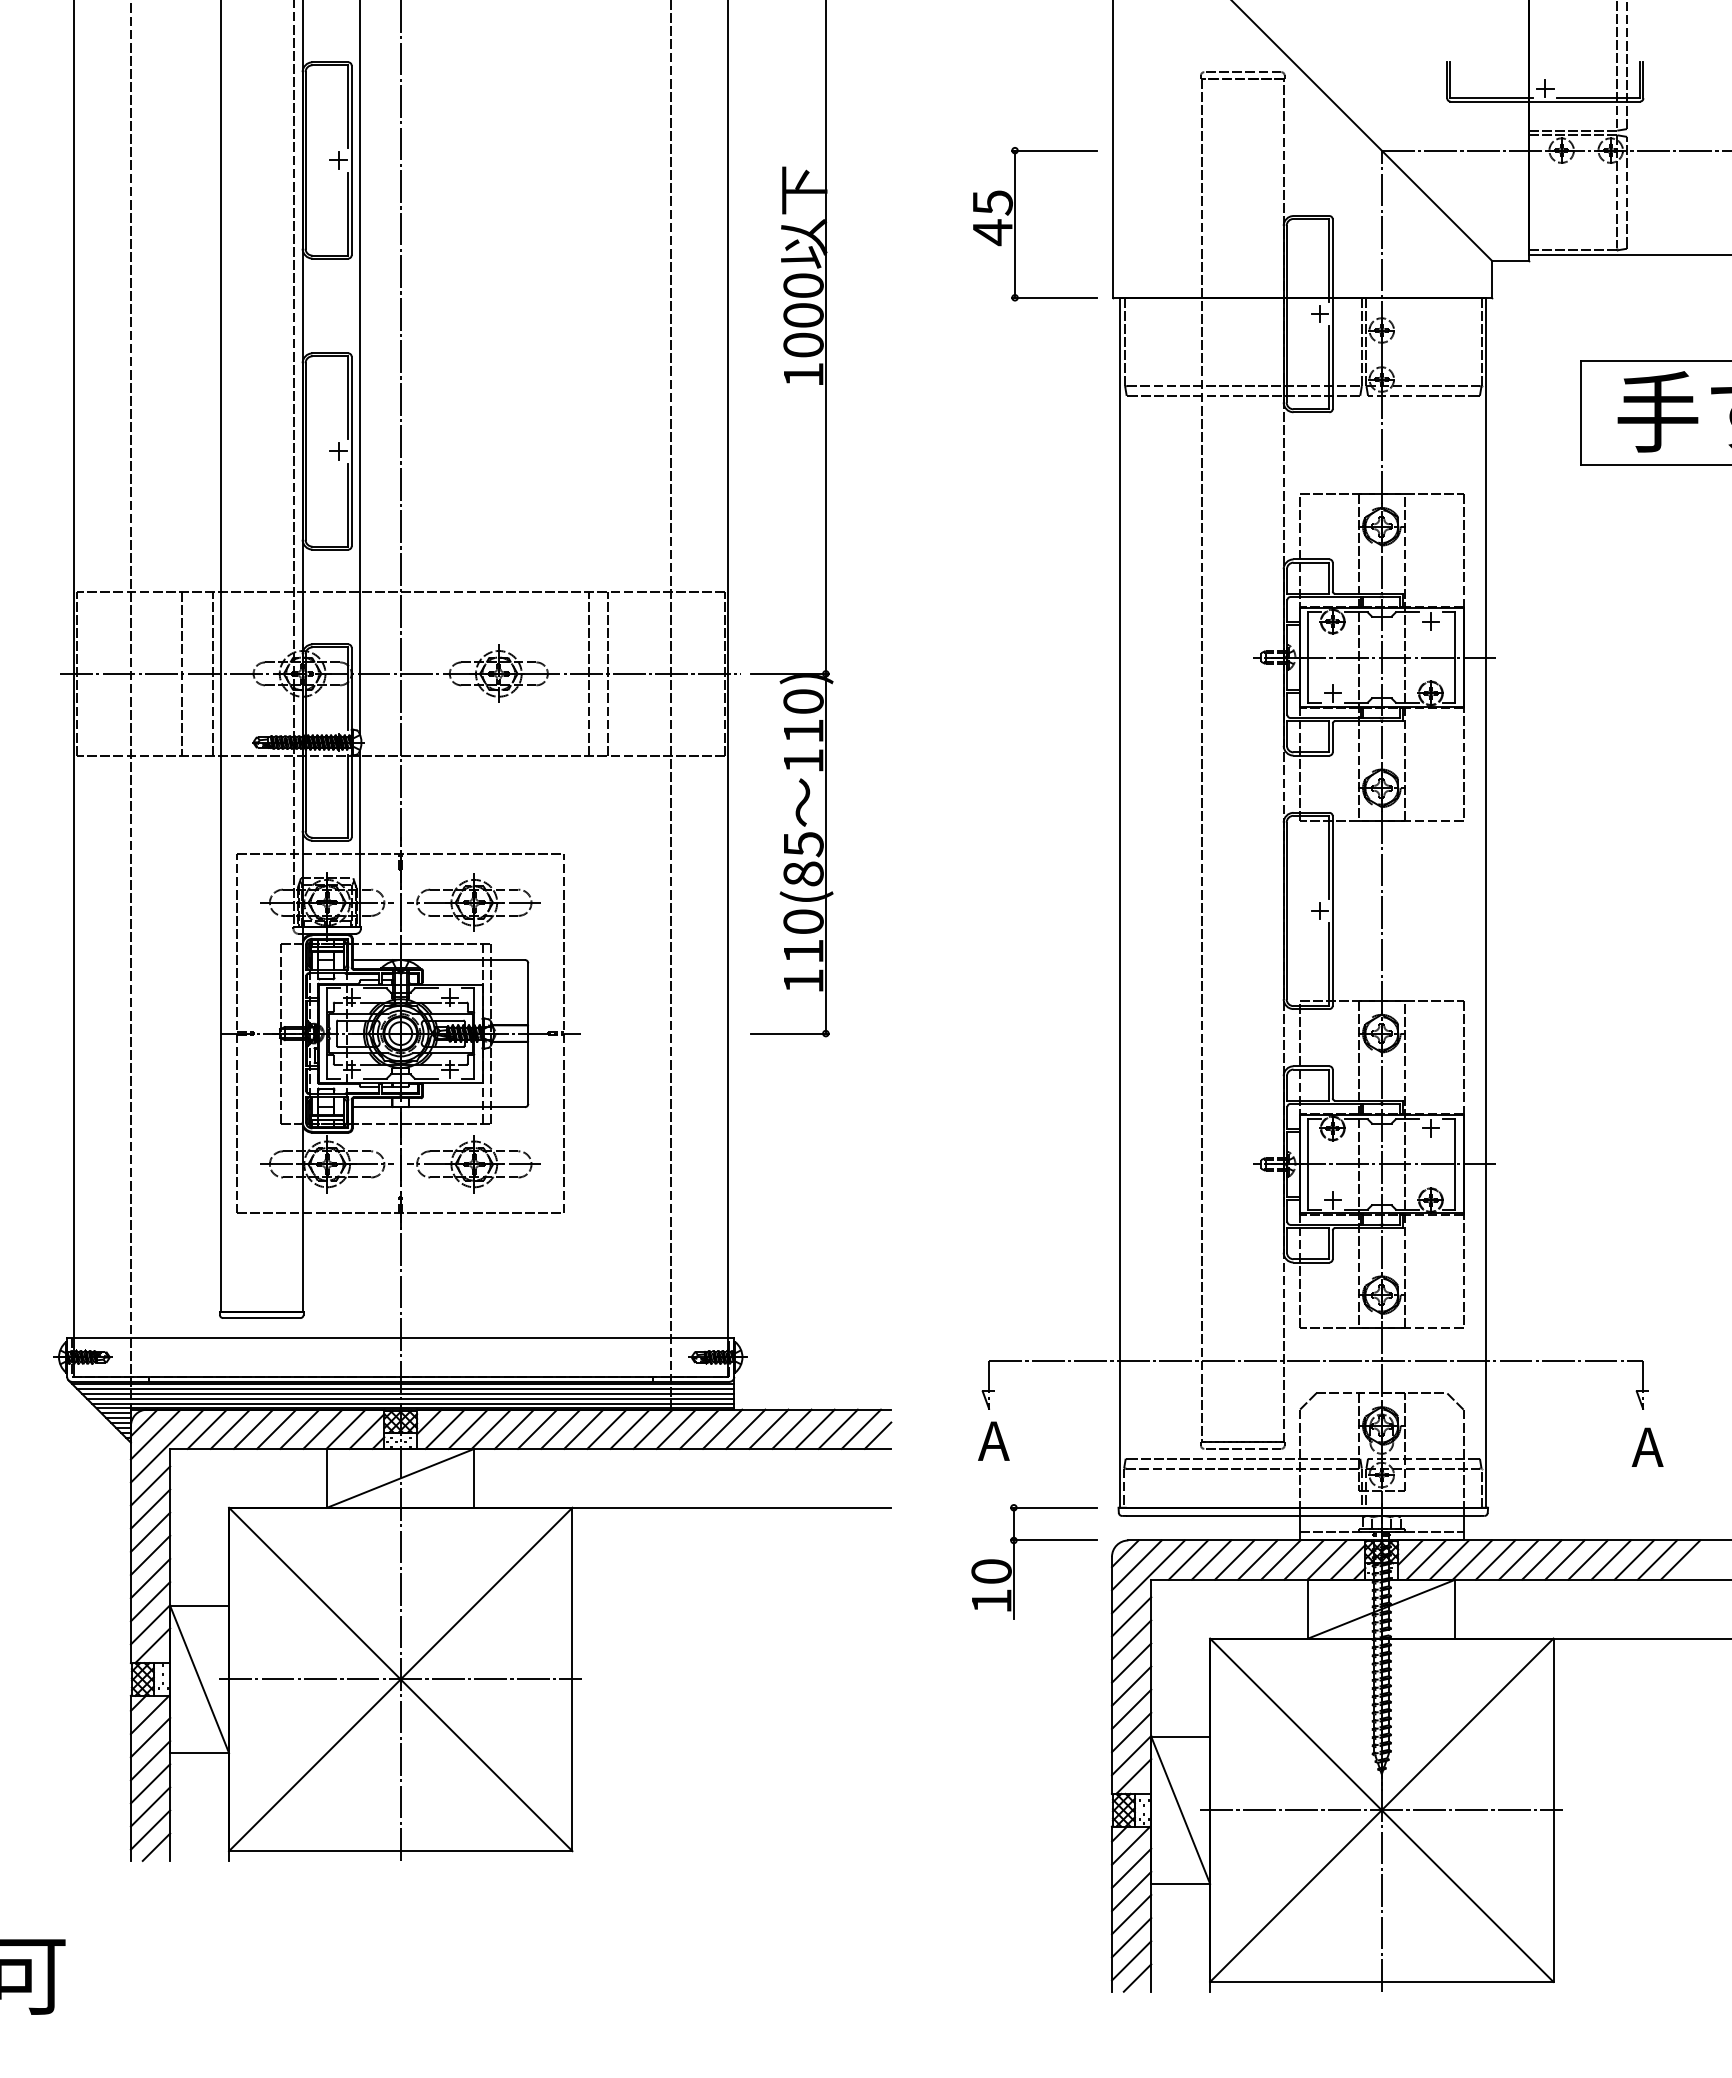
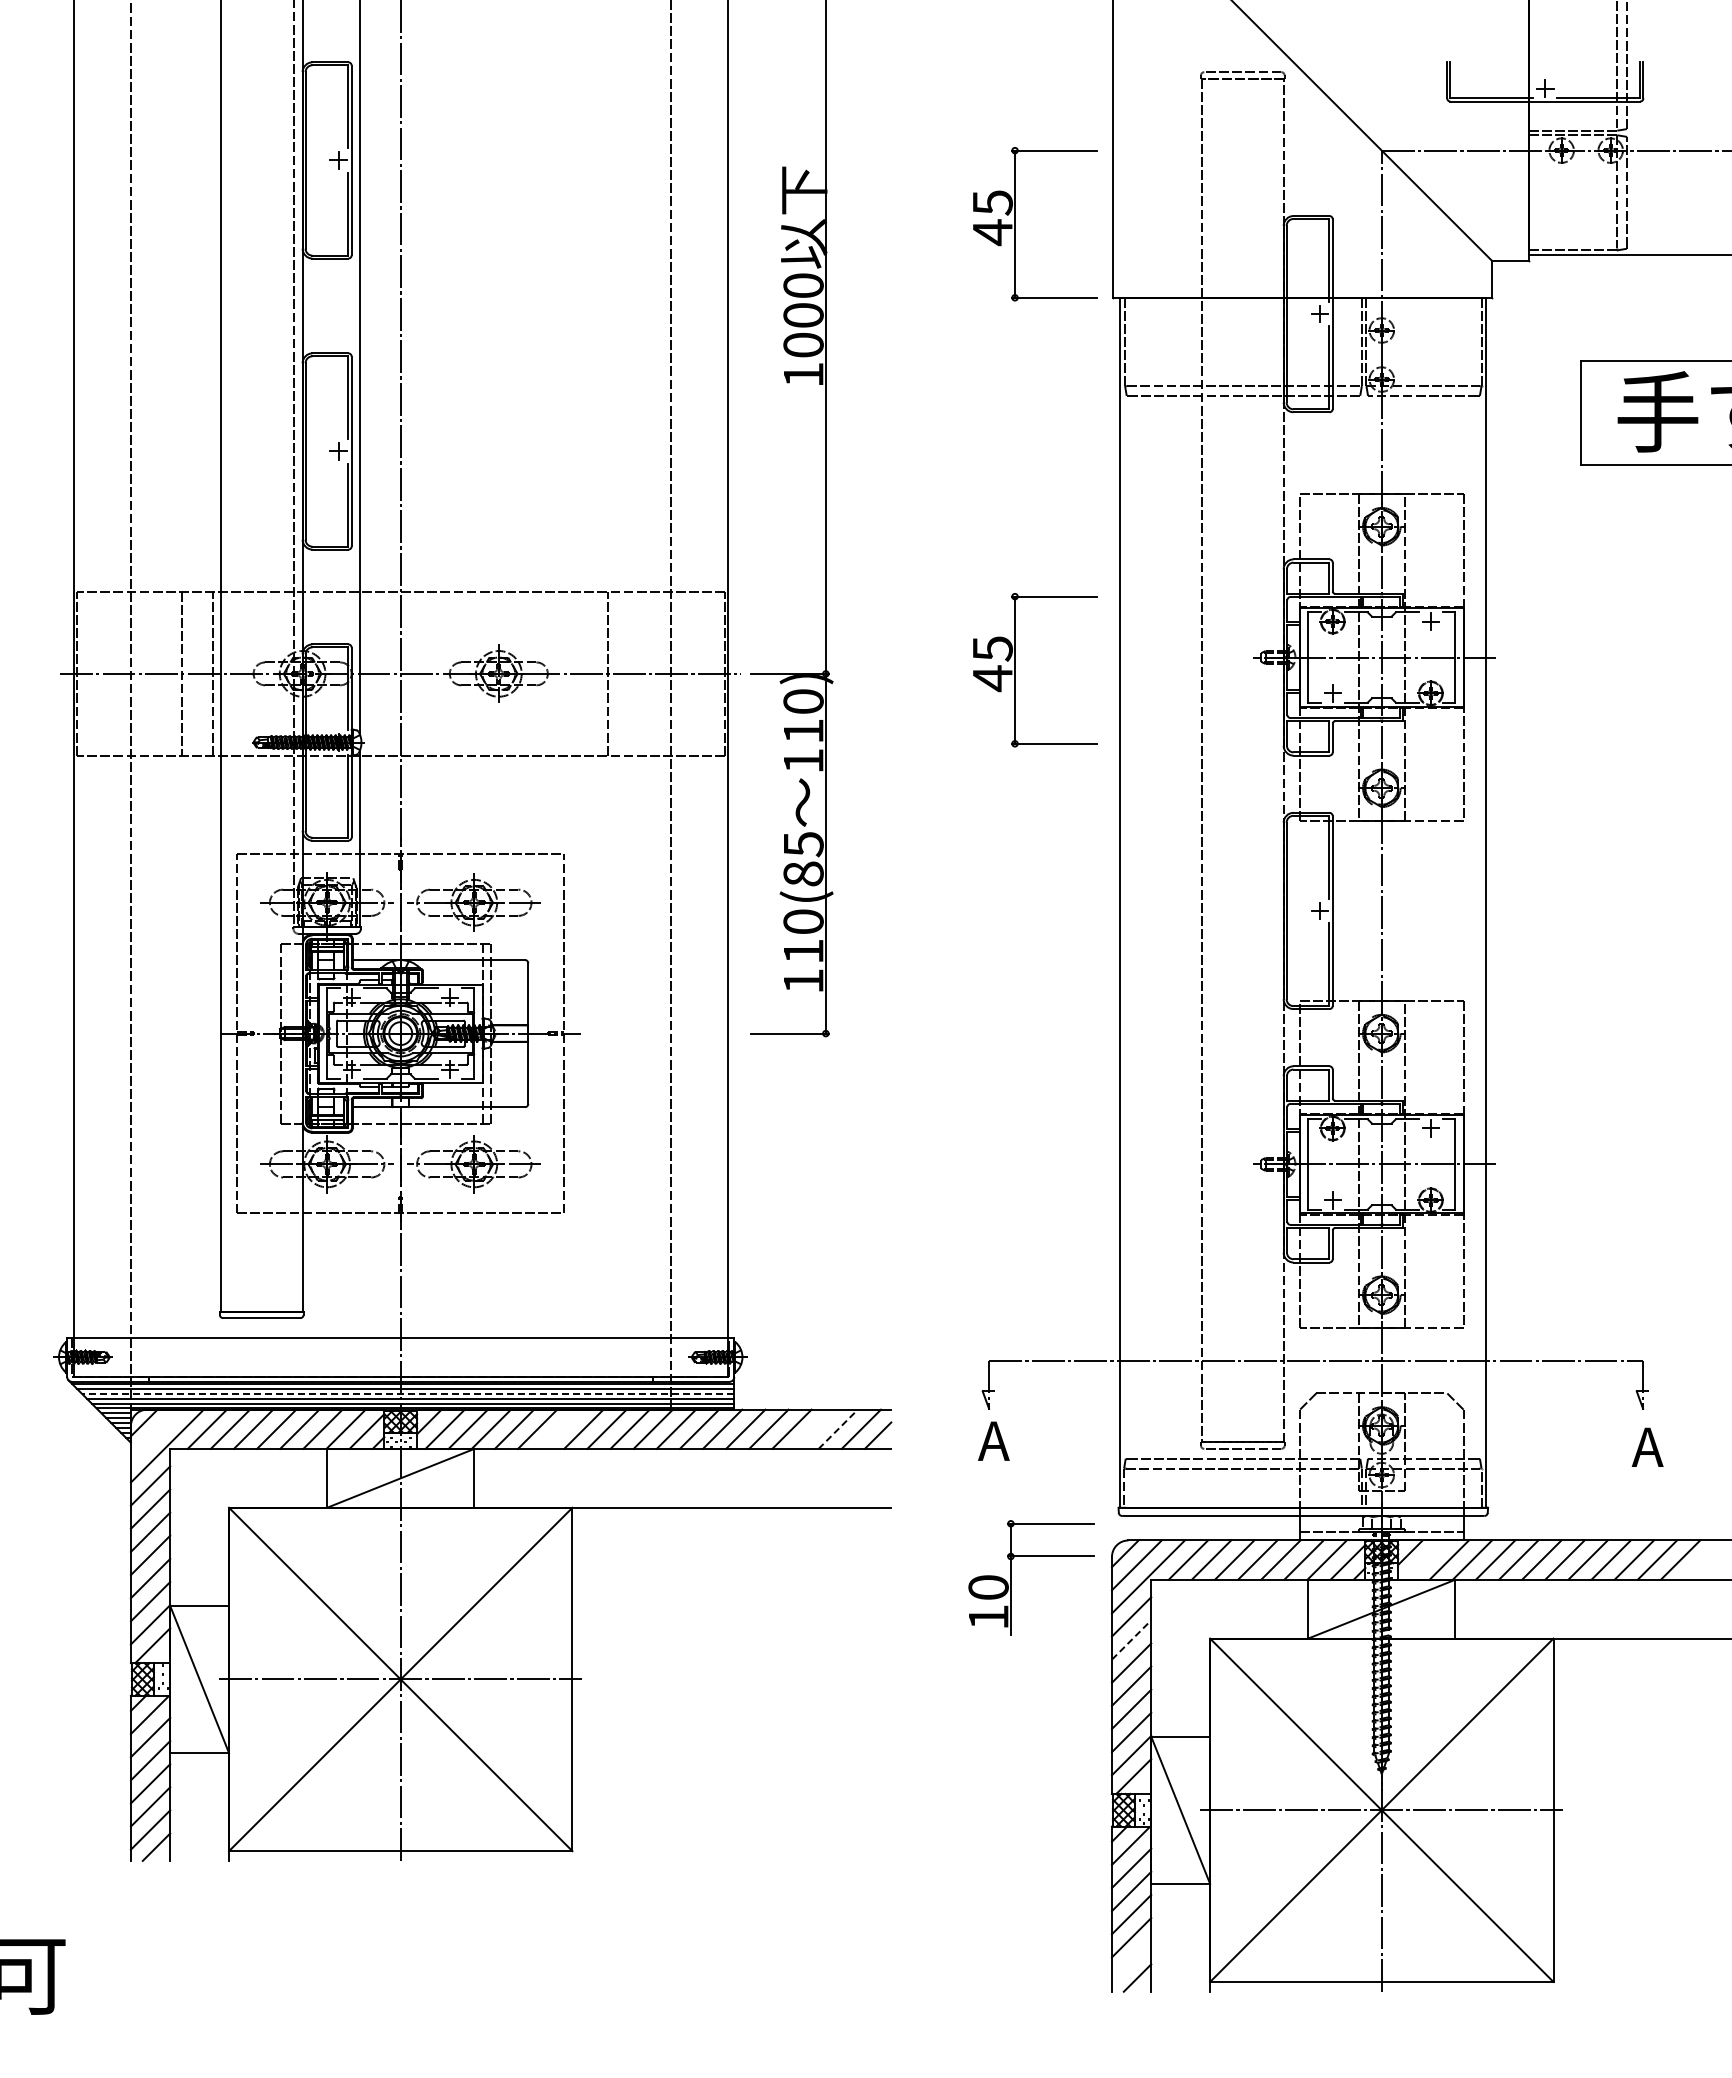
part at (1015, 670): none -> present
line at (588, 673): present -> none
line at (407, 1393): solid -> dashed
line at (560, 1428): present -> none
line at (814, 1428): present -> none
line at (838, 1429): solid -> dashed
line at (155, 1434): present -> none
line at (1425, 1559): present -> none
part at (1014, 1561) position: (1014, 1561) -> (1011, 1577)
line at (1131, 1640): solid -> dashed
line at (1131, 1960): present -> none
